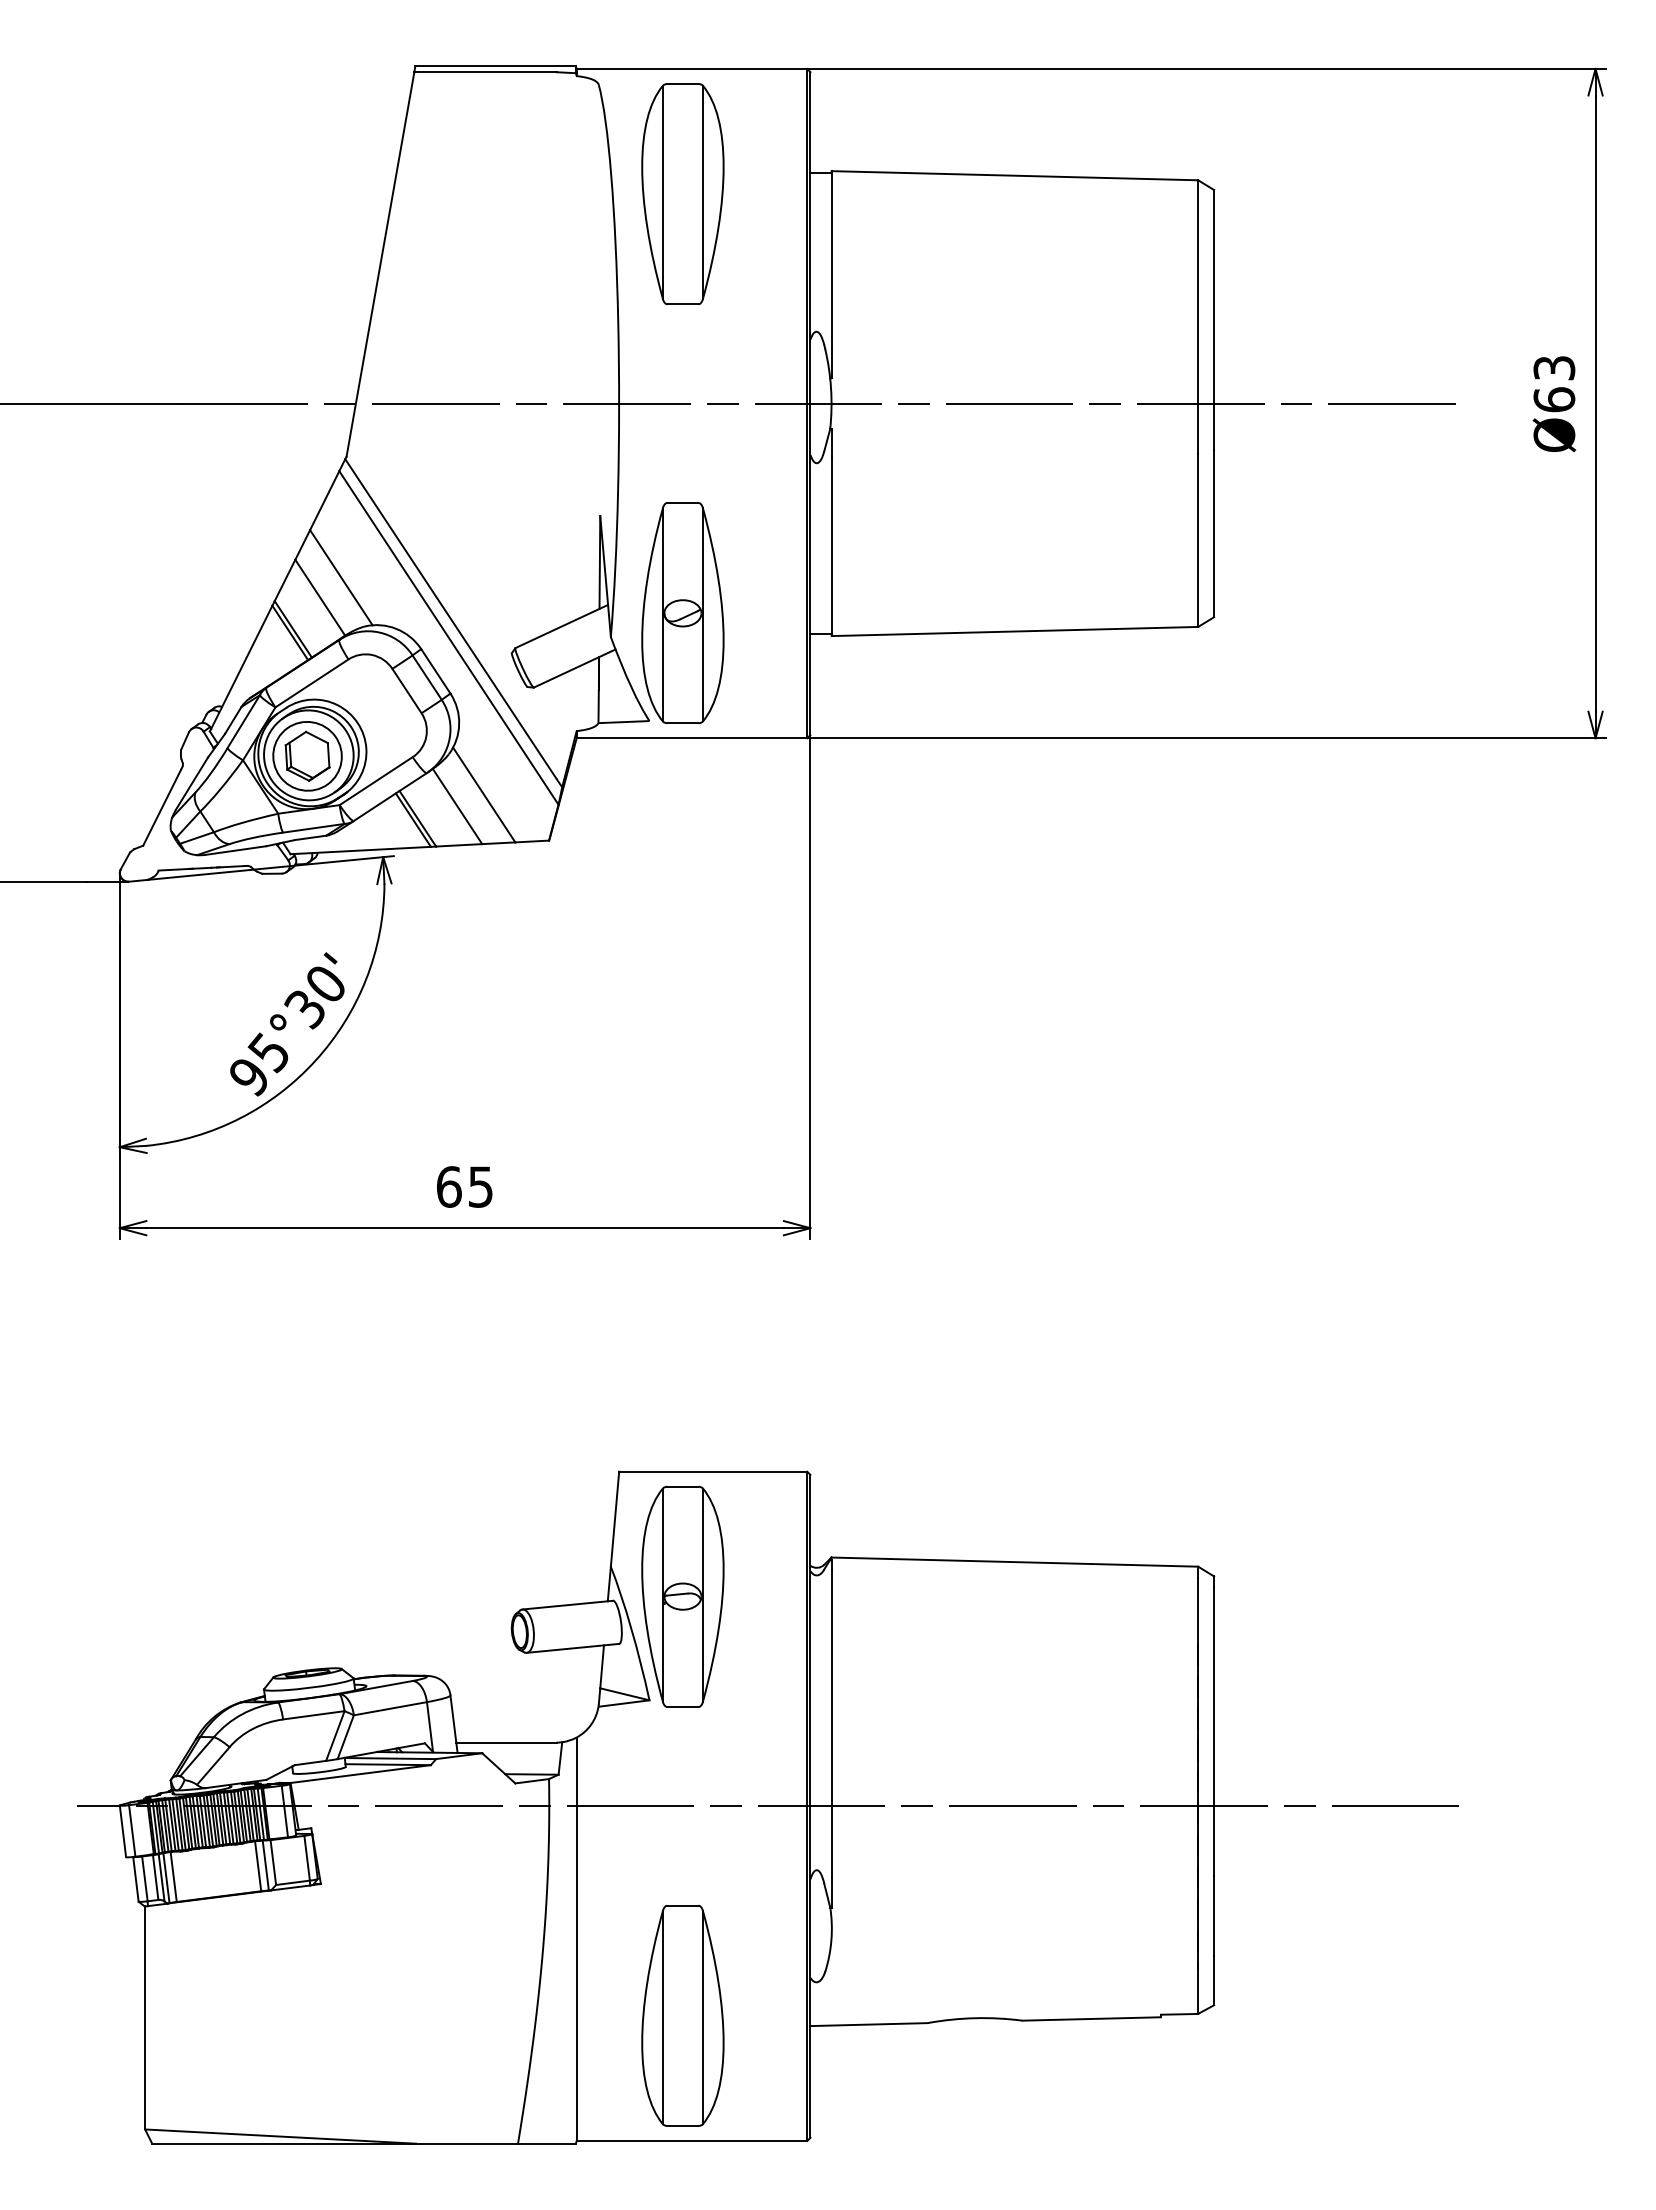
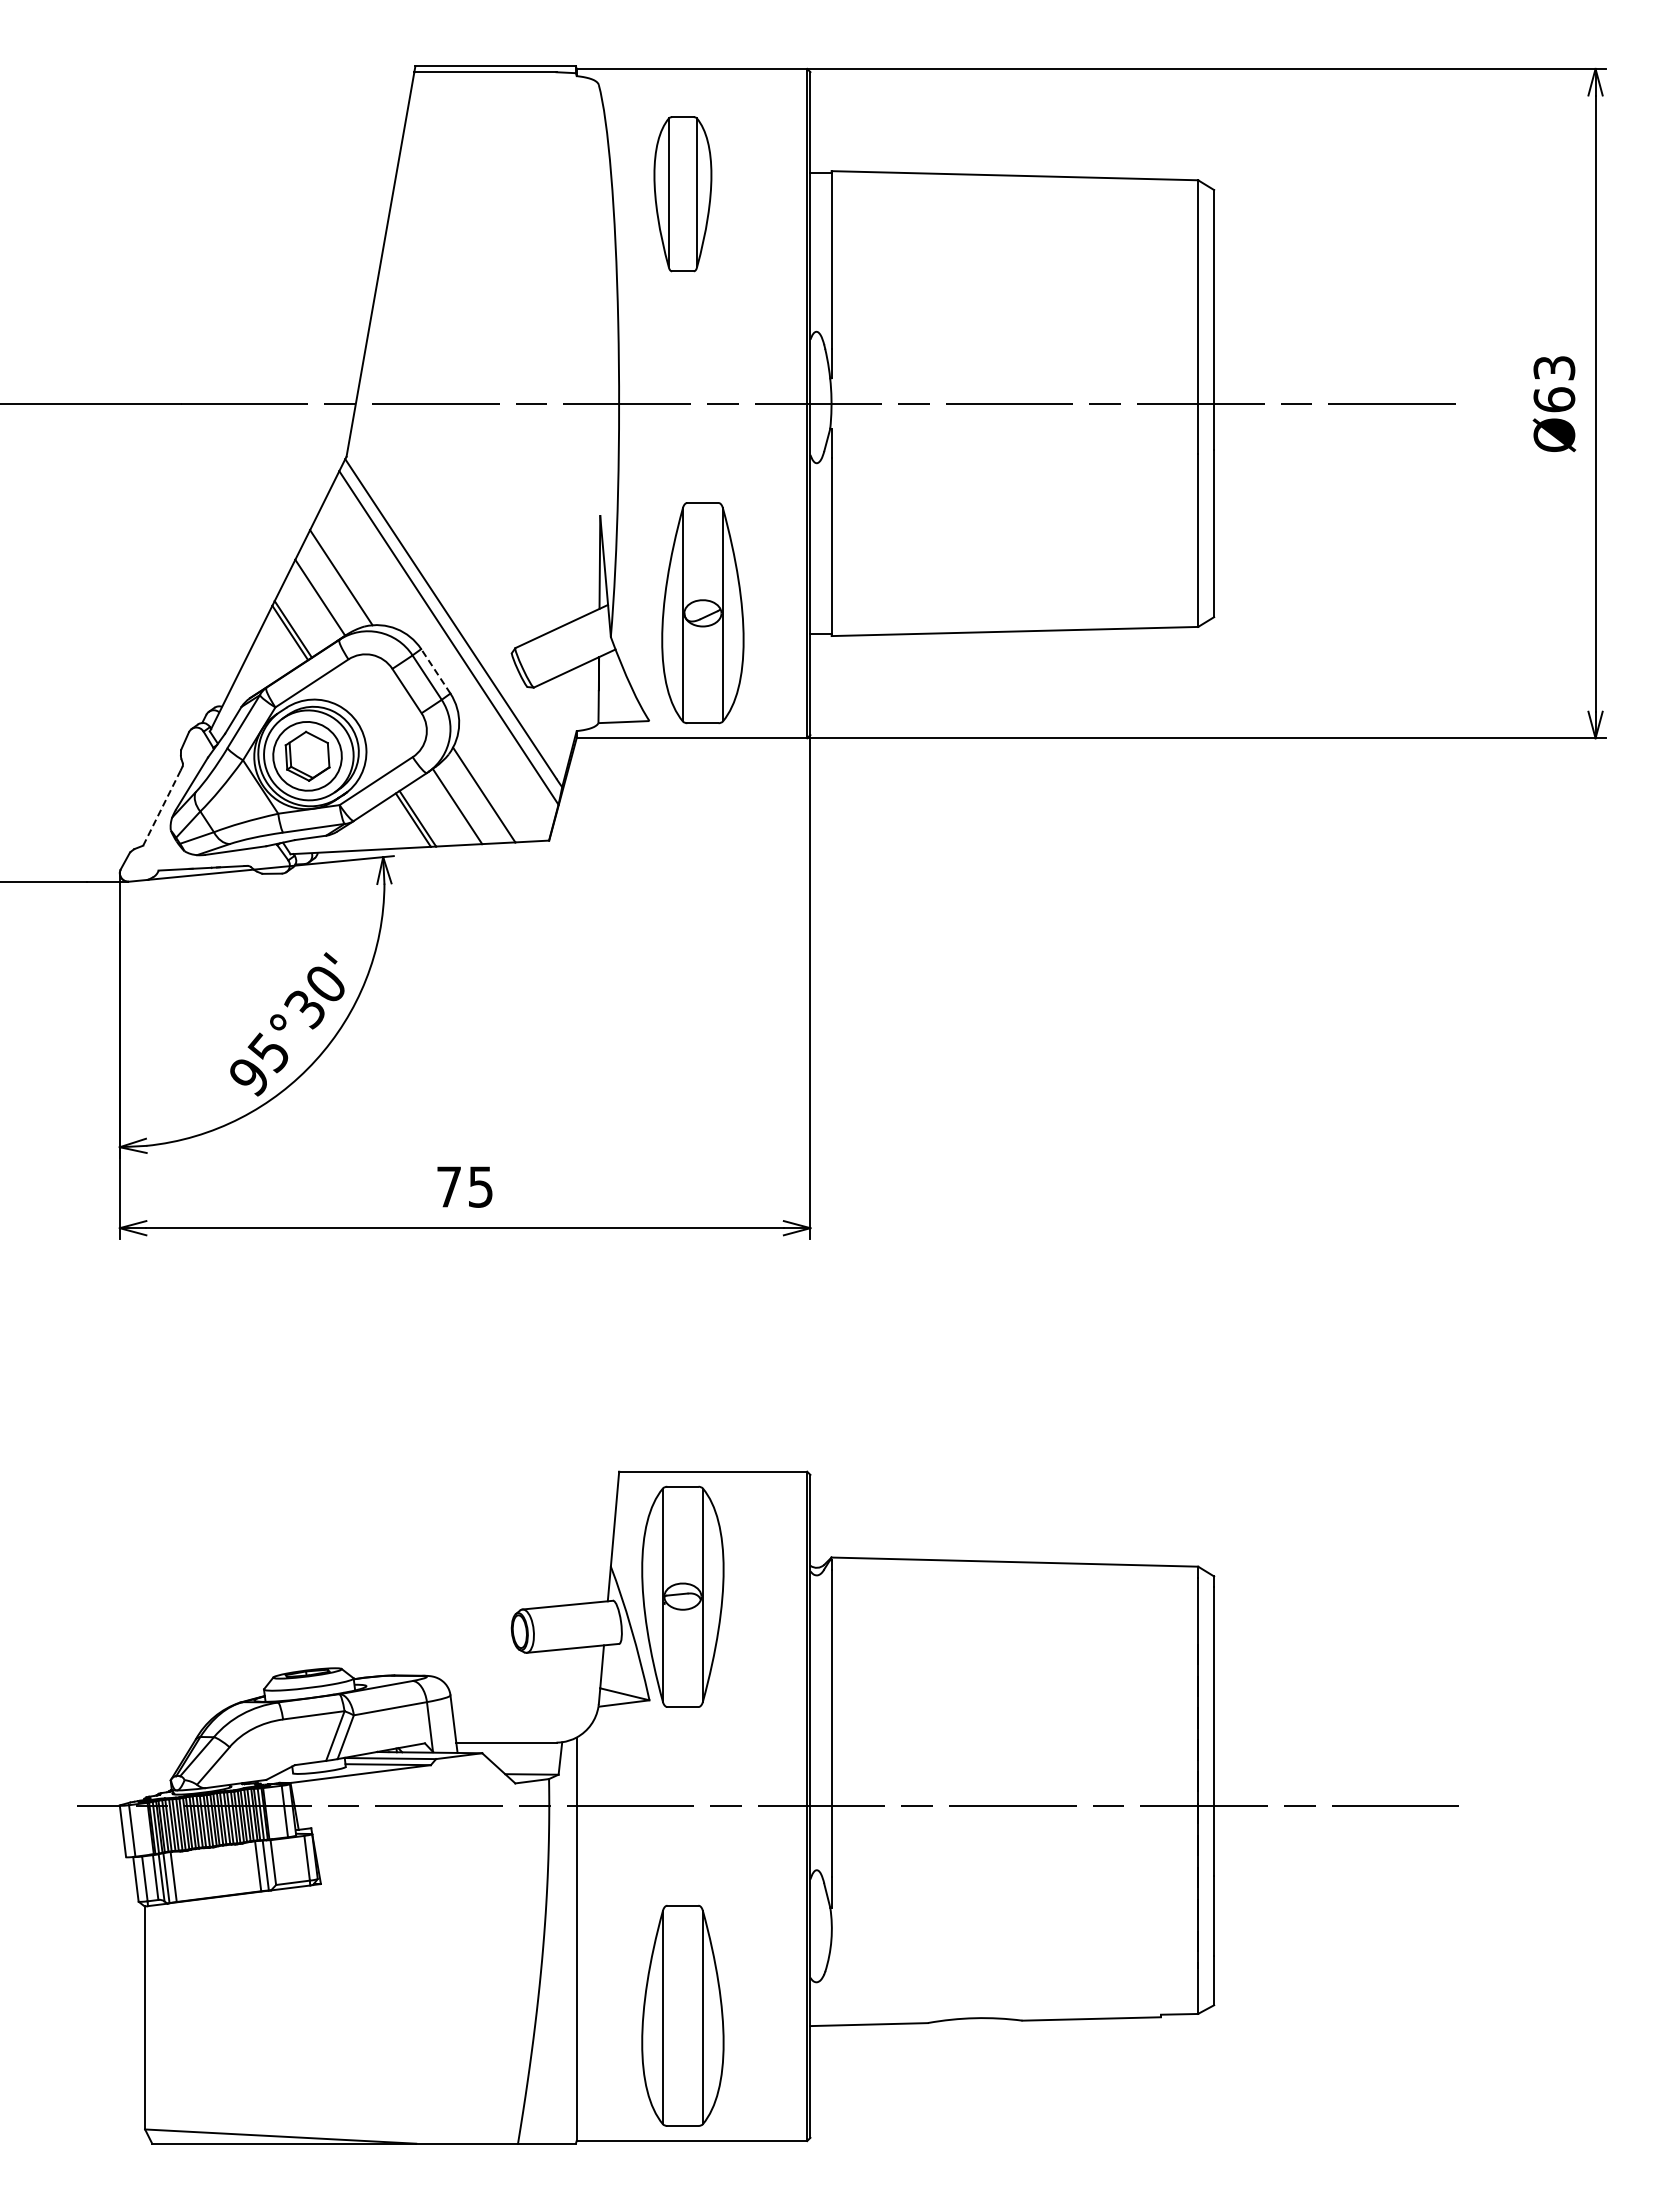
part at (682, 194) size: 84x223 px -> 60x157 px
part at (682, 613) position: (682, 613) -> (702, 613)
line at (435, 671): solid -> dashed
line at (162, 807): solid -> dashed
text at (449, 1186): 65 -> 75
